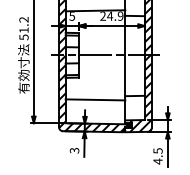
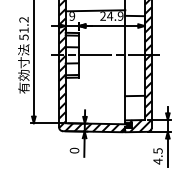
text at (72, 16): 5 -> 9
line at (95, 99): present -> none
text at (74, 150): 3 -> 0
